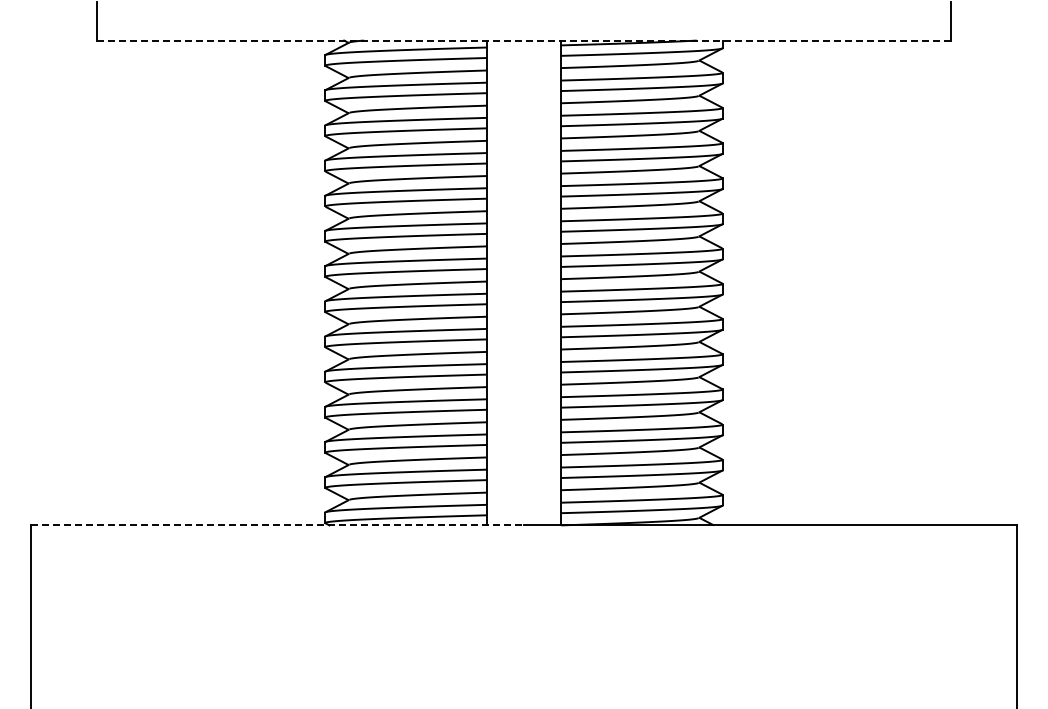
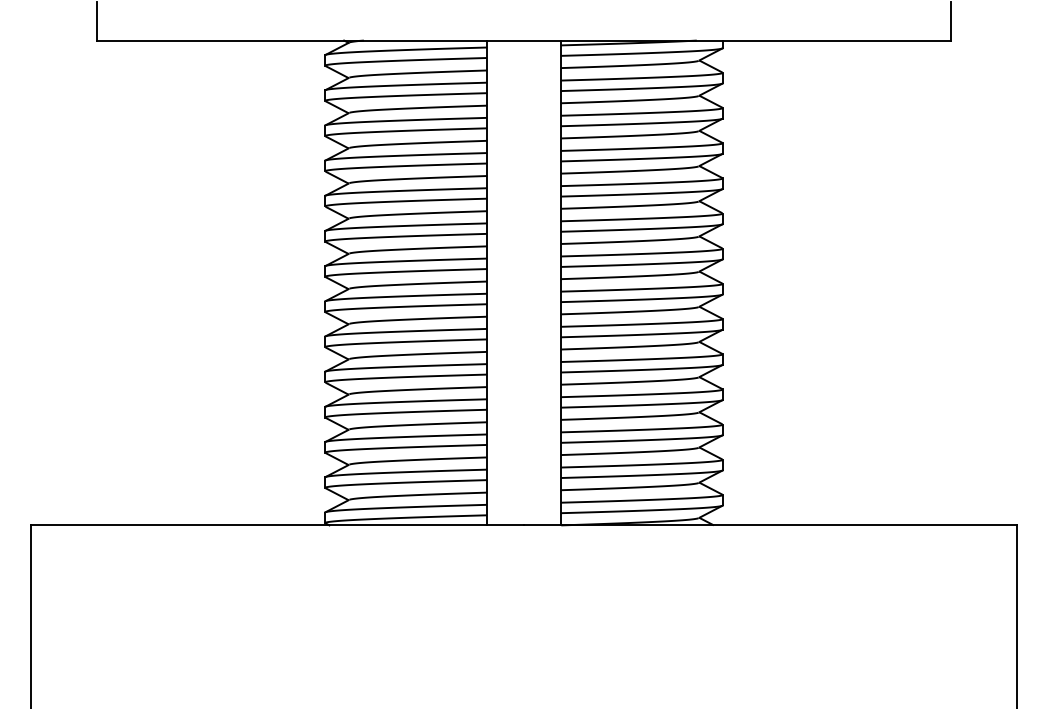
line at (524, 40): dashed -> solid
line at (278, 525): dashed -> solid
